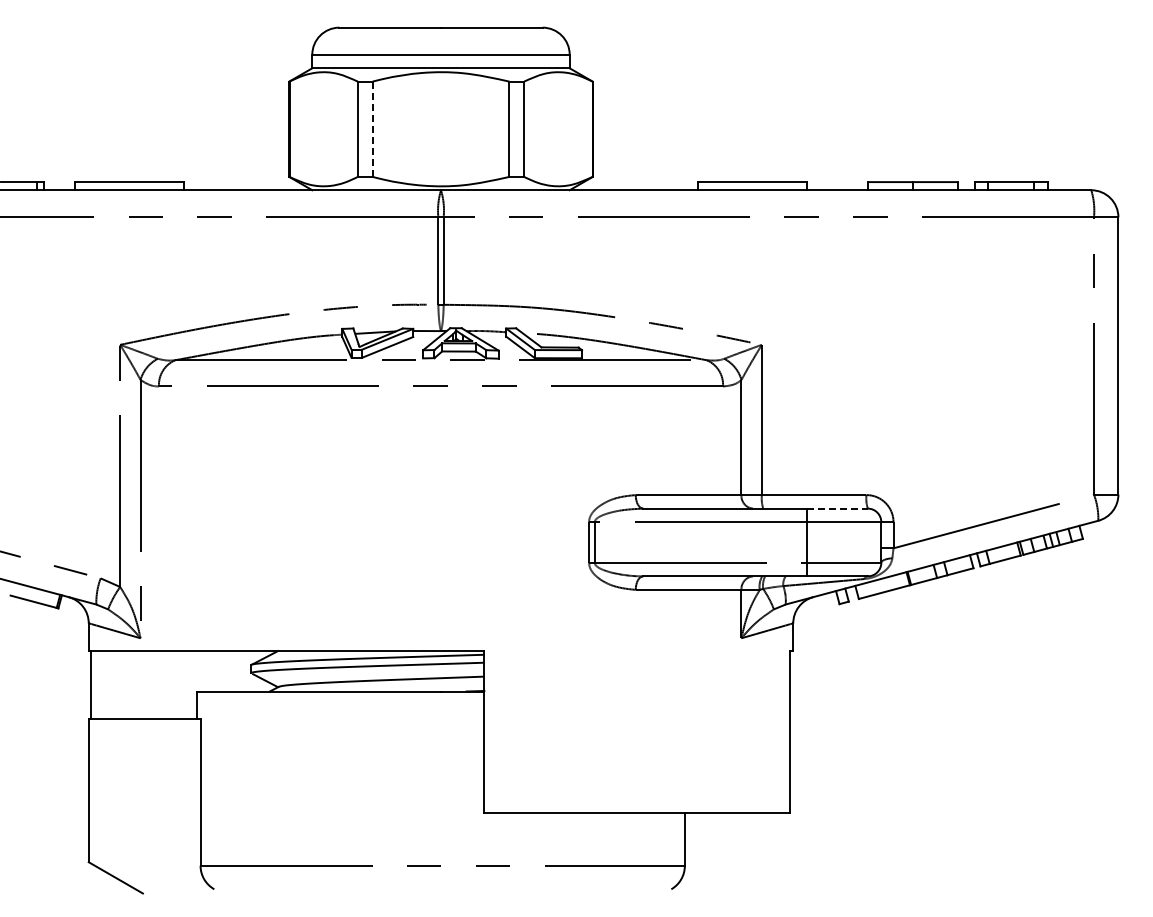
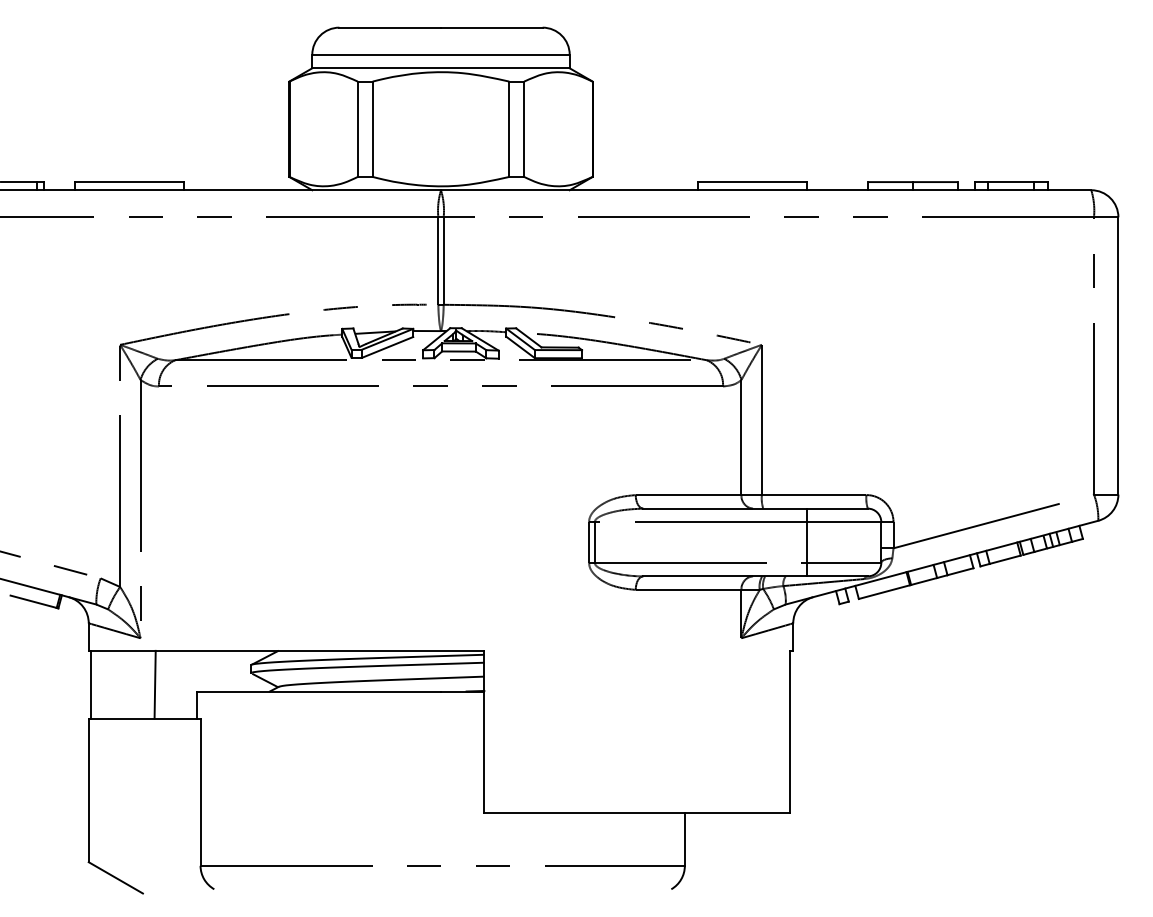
line at (372, 129): dashed -> solid
line at (837, 508): dashed -> solid
line at (154, 684): none -> present
